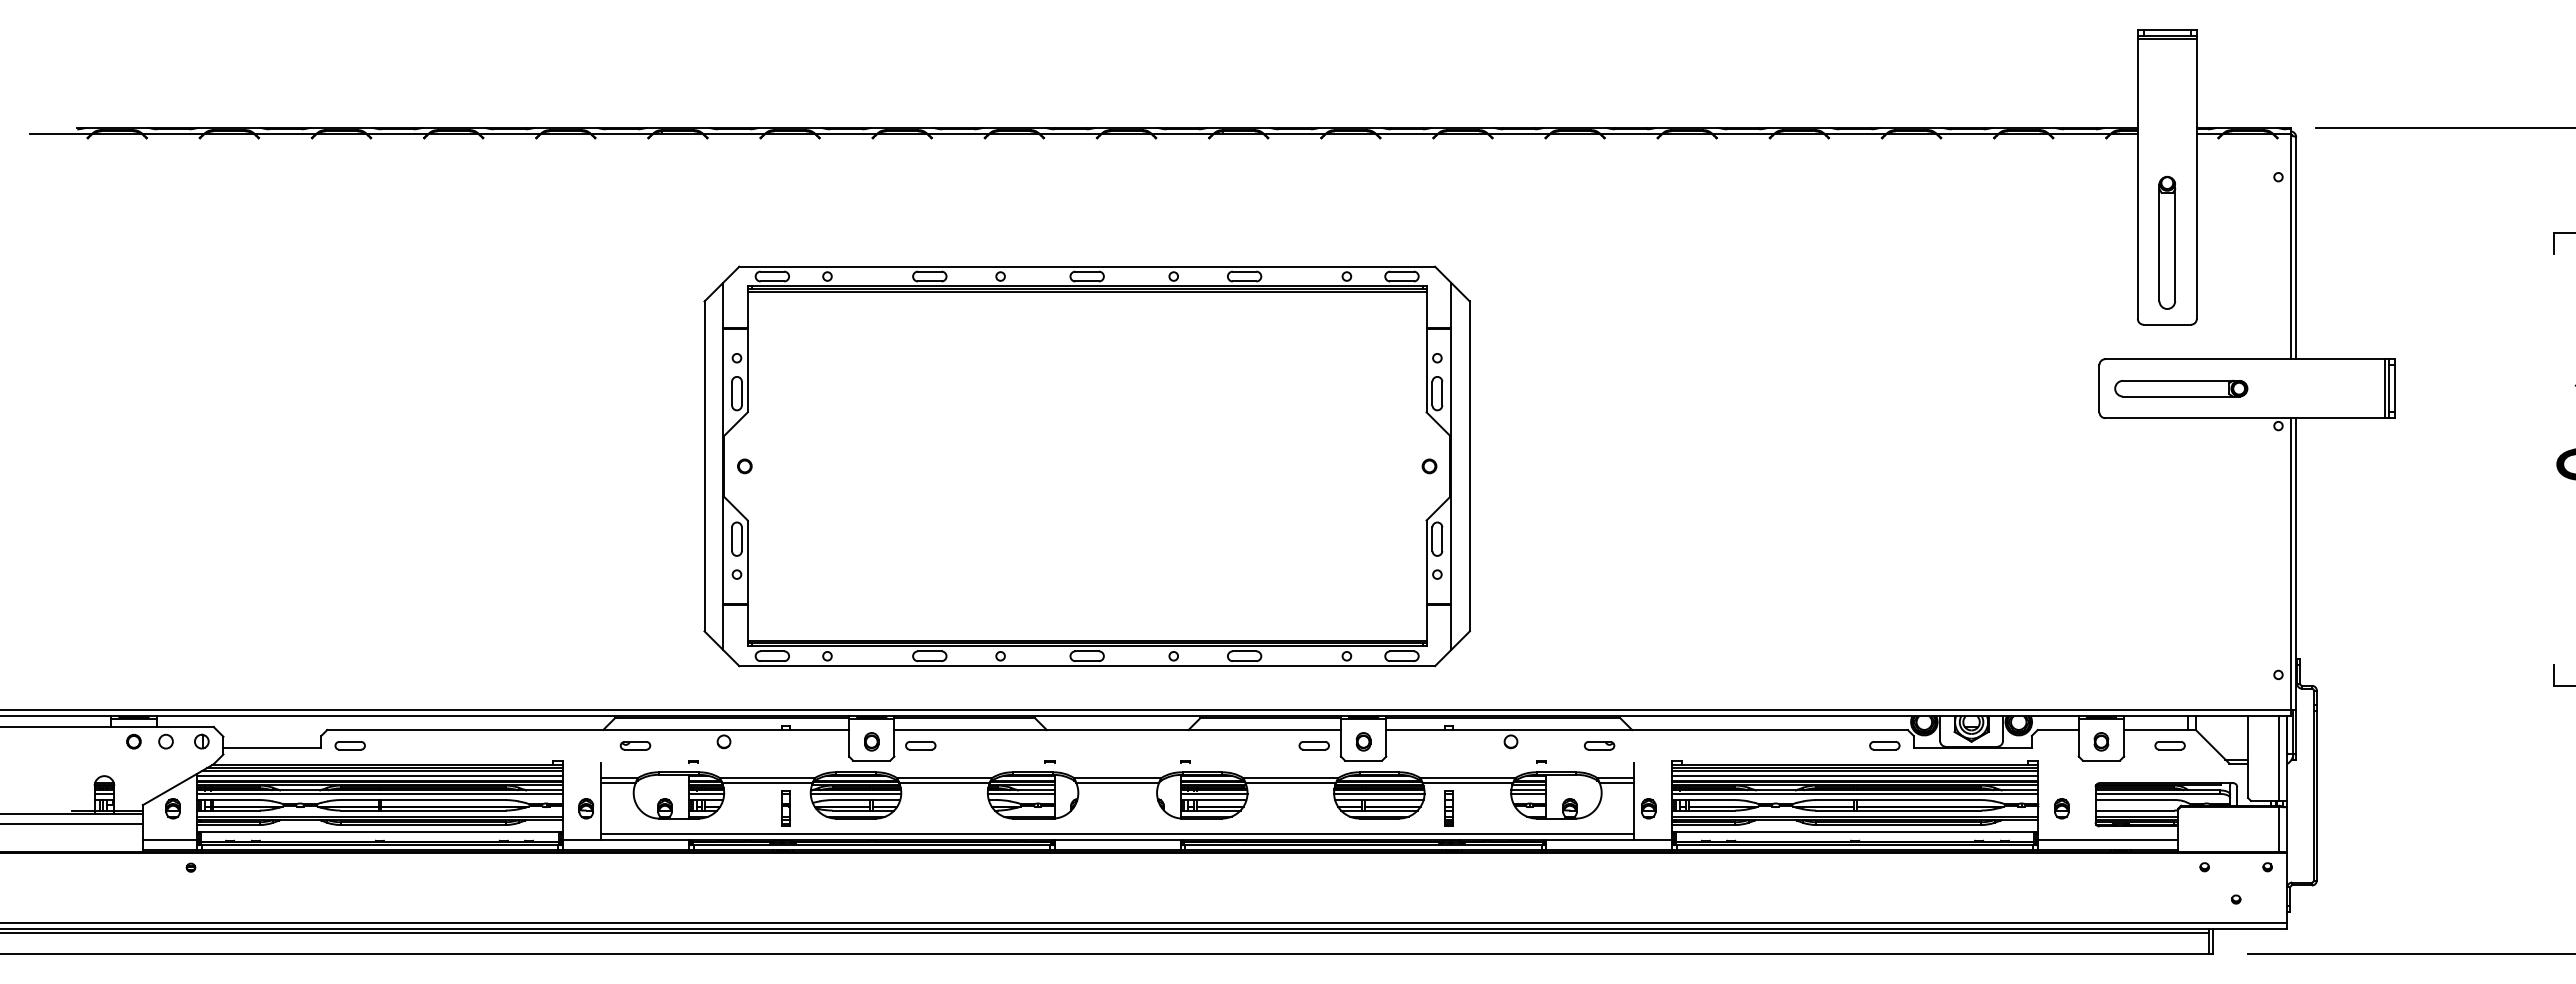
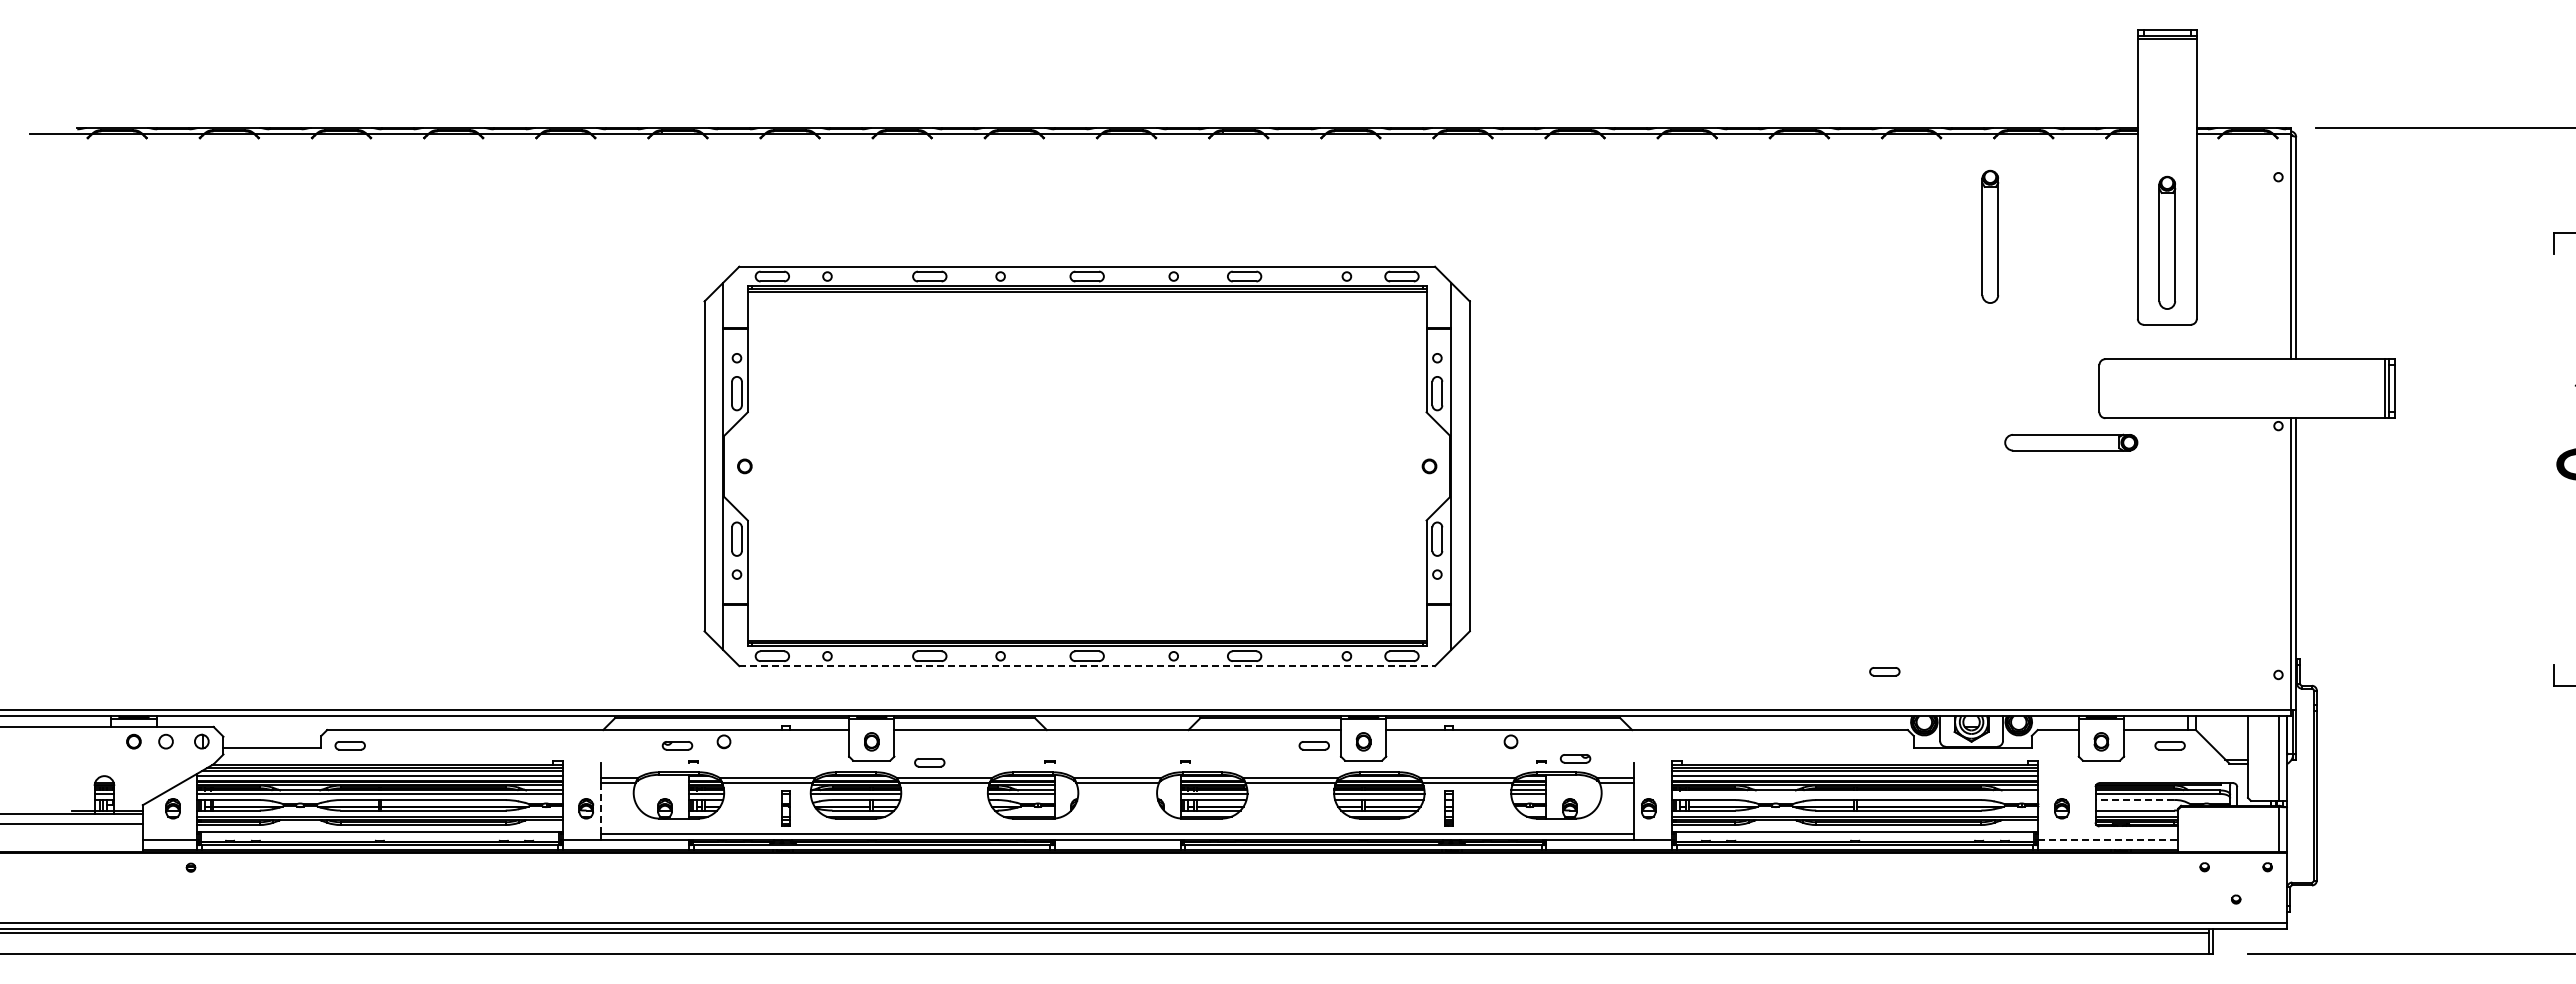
part at (1990, 236): none -> present
part at (2181, 388) position: (2181, 388) -> (2071, 442)
line at (1087, 666): solid -> dashed
part at (635, 745) position: (635, 745) -> (677, 745)
part at (920, 745) position: (920, 745) -> (929, 762)
part at (1599, 745) position: (1599, 745) -> (1575, 758)
part at (1884, 745) position: (1884, 745) -> (1884, 671)
line at (1855, 793): present -> none
line at (2134, 800): solid -> dashed
line at (601, 808): solid -> dashed
line at (2108, 840): solid -> dashed
